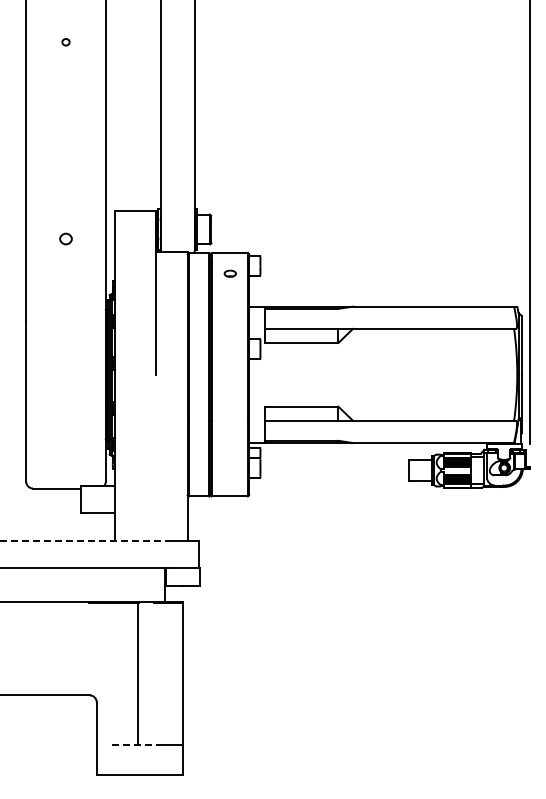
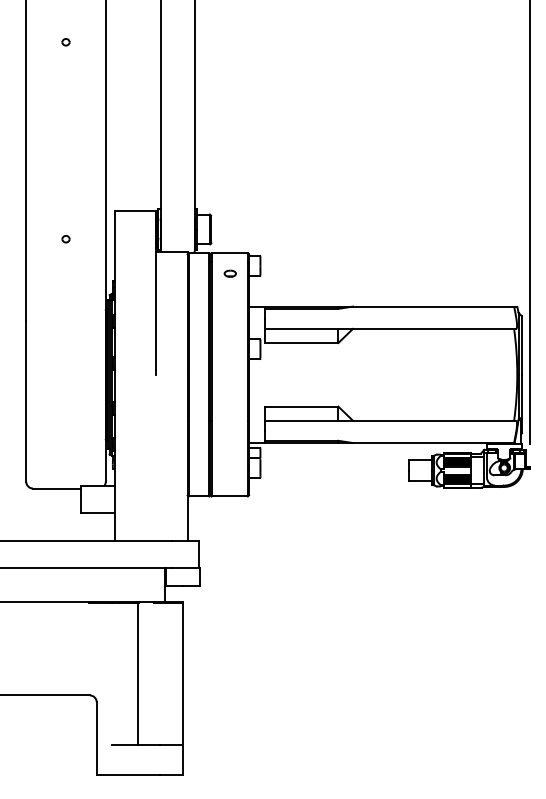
part at (65, 238) size: 14x14 px -> 10x9 px
line at (85, 540): dashed -> solid
line at (136, 745): dashed -> solid
